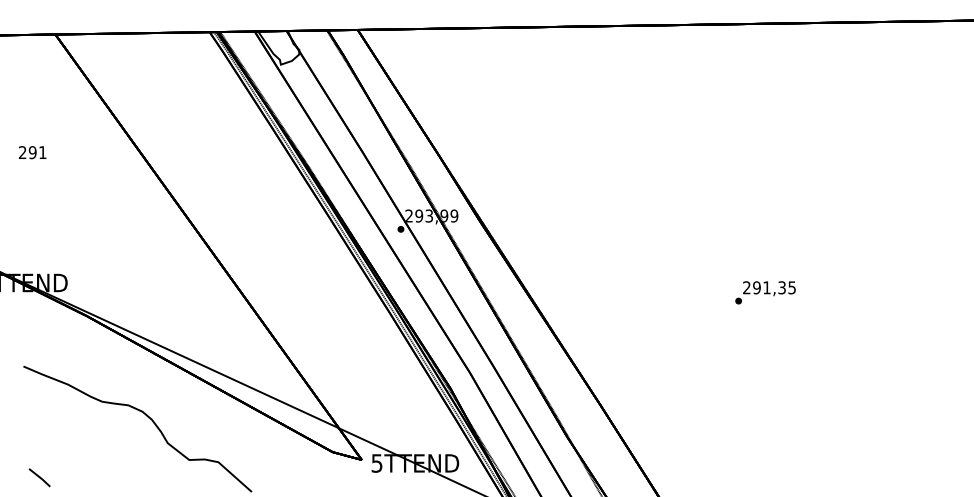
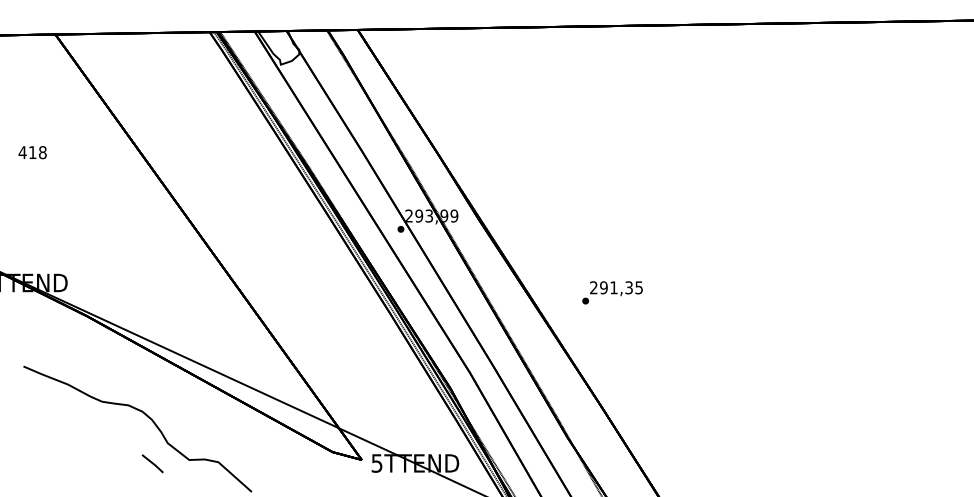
text at (32, 152): 291 -> 418
text at (765, 292) position: (765, 292) -> (612, 292)
line at (39, 477) position: (39, 477) -> (152, 463)
